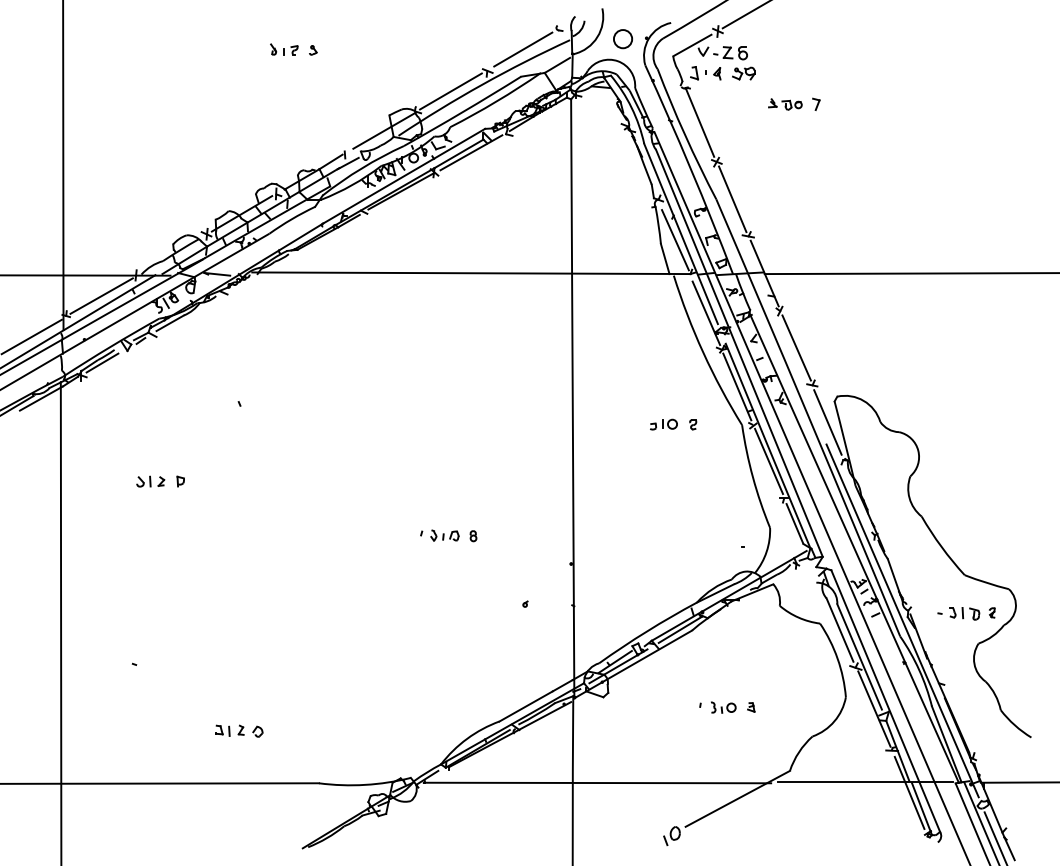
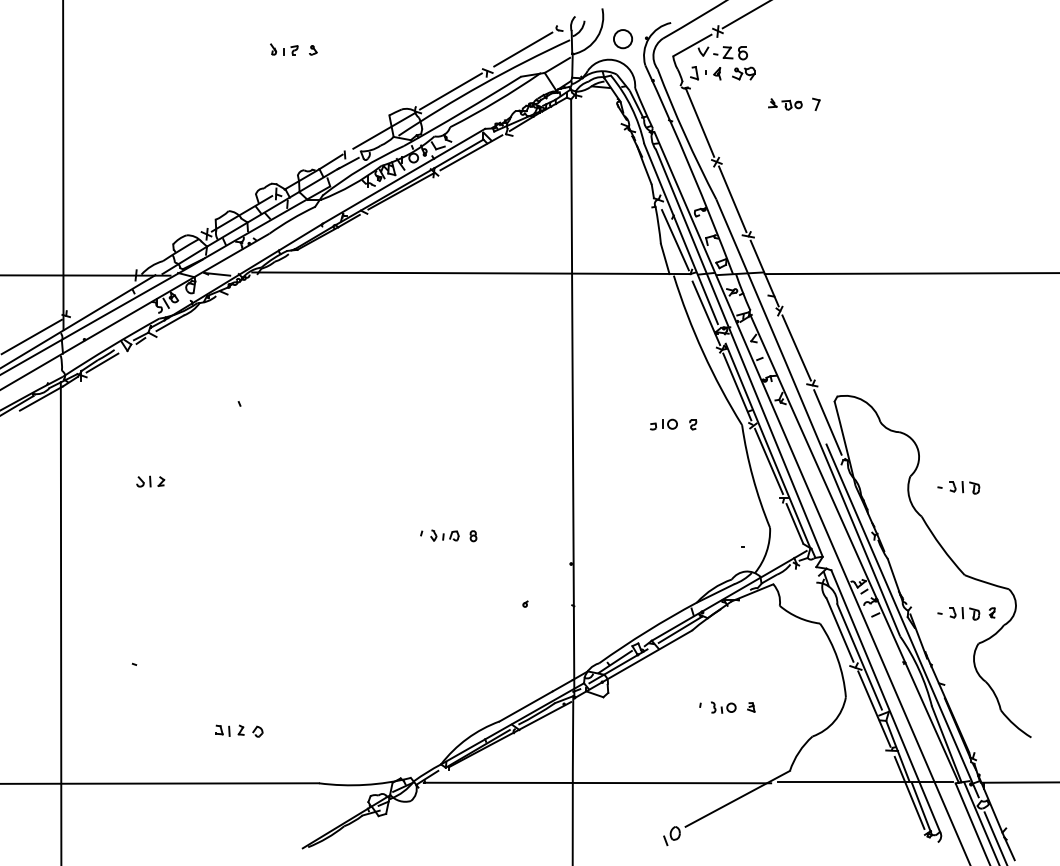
line at (101, 295): present -> none
part at (180, 481): present -> none
part at (958, 487): none -> present
